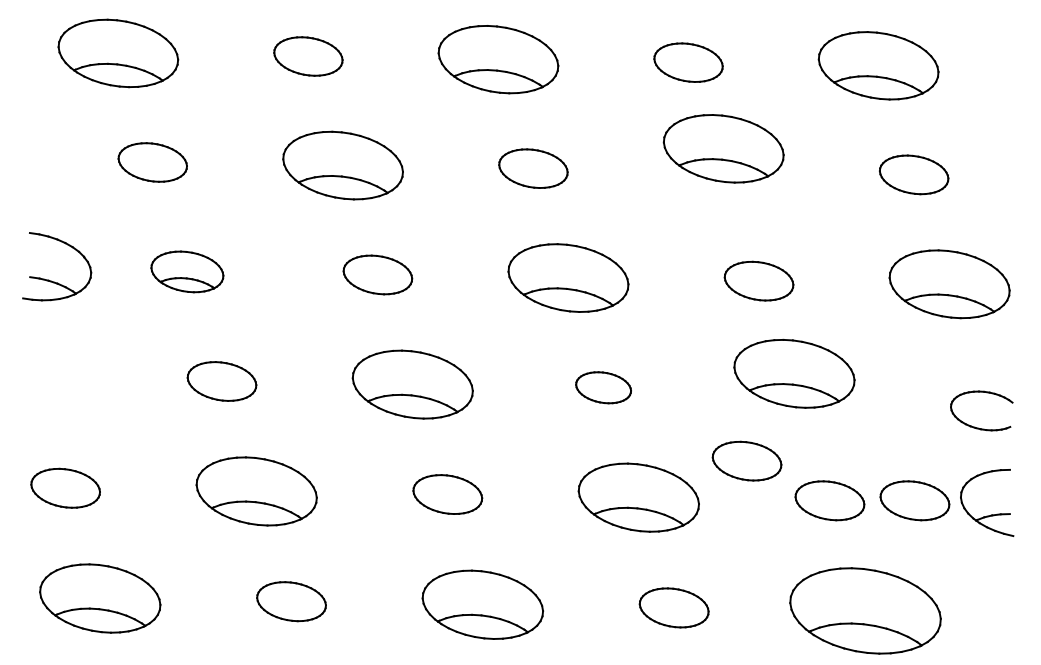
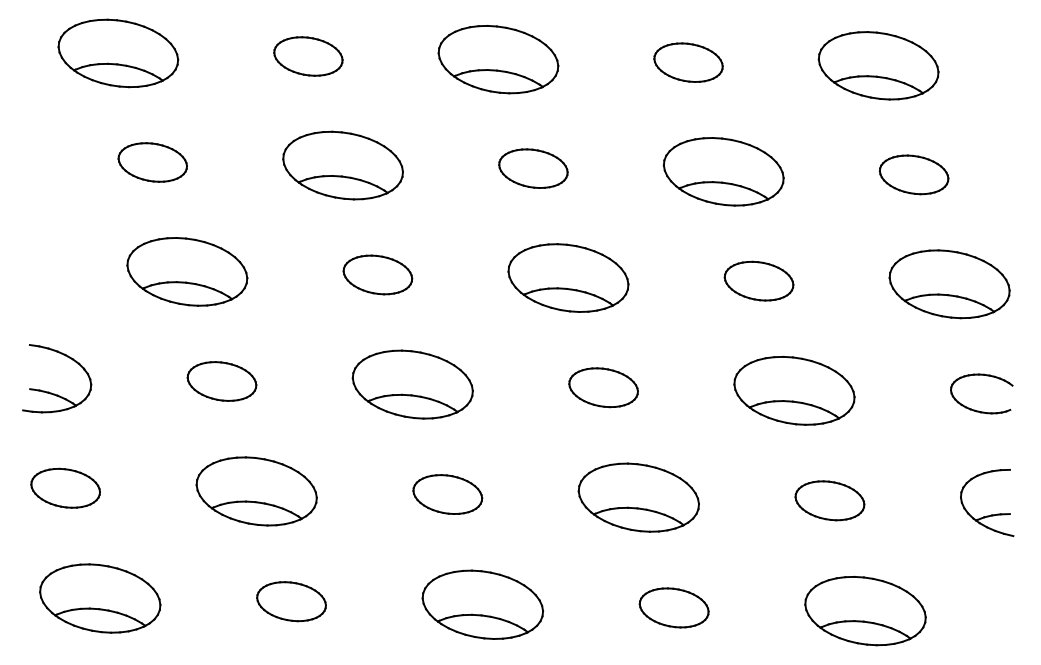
part at (723, 148) position: (723, 148) -> (723, 171)
part at (187, 271) size: 75x44 px -> 123x70 px
part at (51, 280) position: (51, 280) -> (51, 392)
part at (794, 373) position: (794, 373) -> (794, 390)
part at (603, 387) size: 57x34 px -> 71x42 px
part at (975, 426) position: (975, 426) -> (975, 409)
part at (746, 460): present -> none
part at (914, 500): present -> none
part at (865, 610) size: 153x88 px -> 123x71 px
